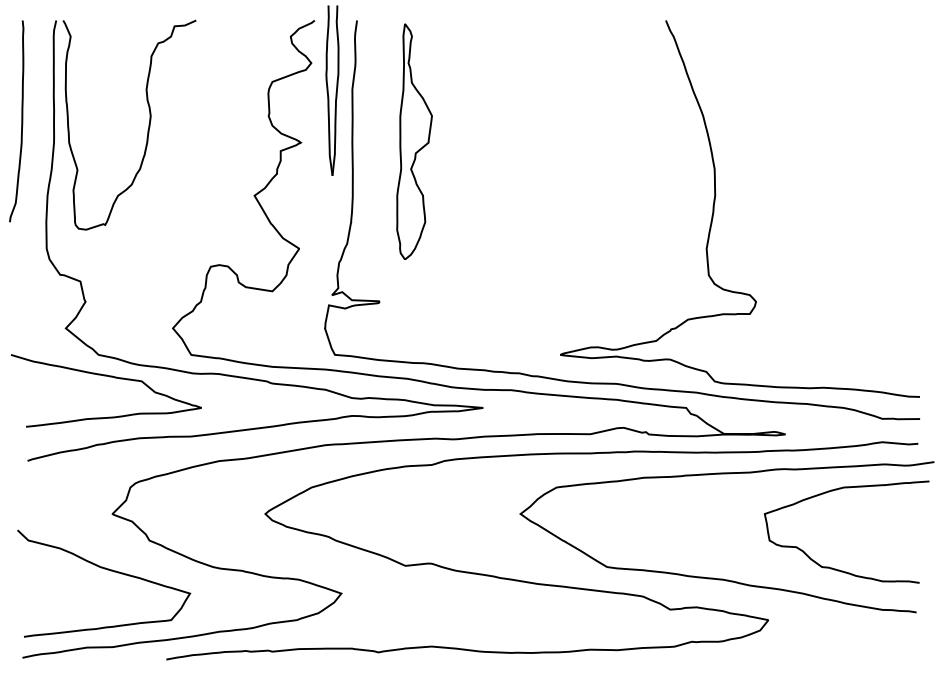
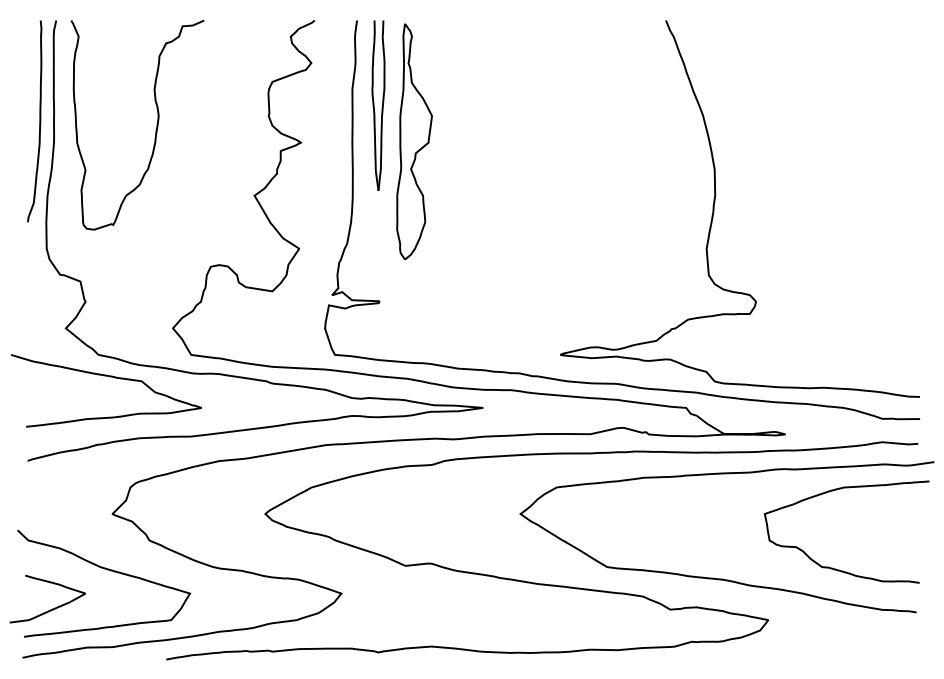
part at (332, 90) position: (332, 90) -> (378, 105)
curve at (21, 121) position: (21, 121) -> (39, 121)
curve at (147, 130) position: (147, 130) -> (155, 130)
curve at (52, 608): none -> present
